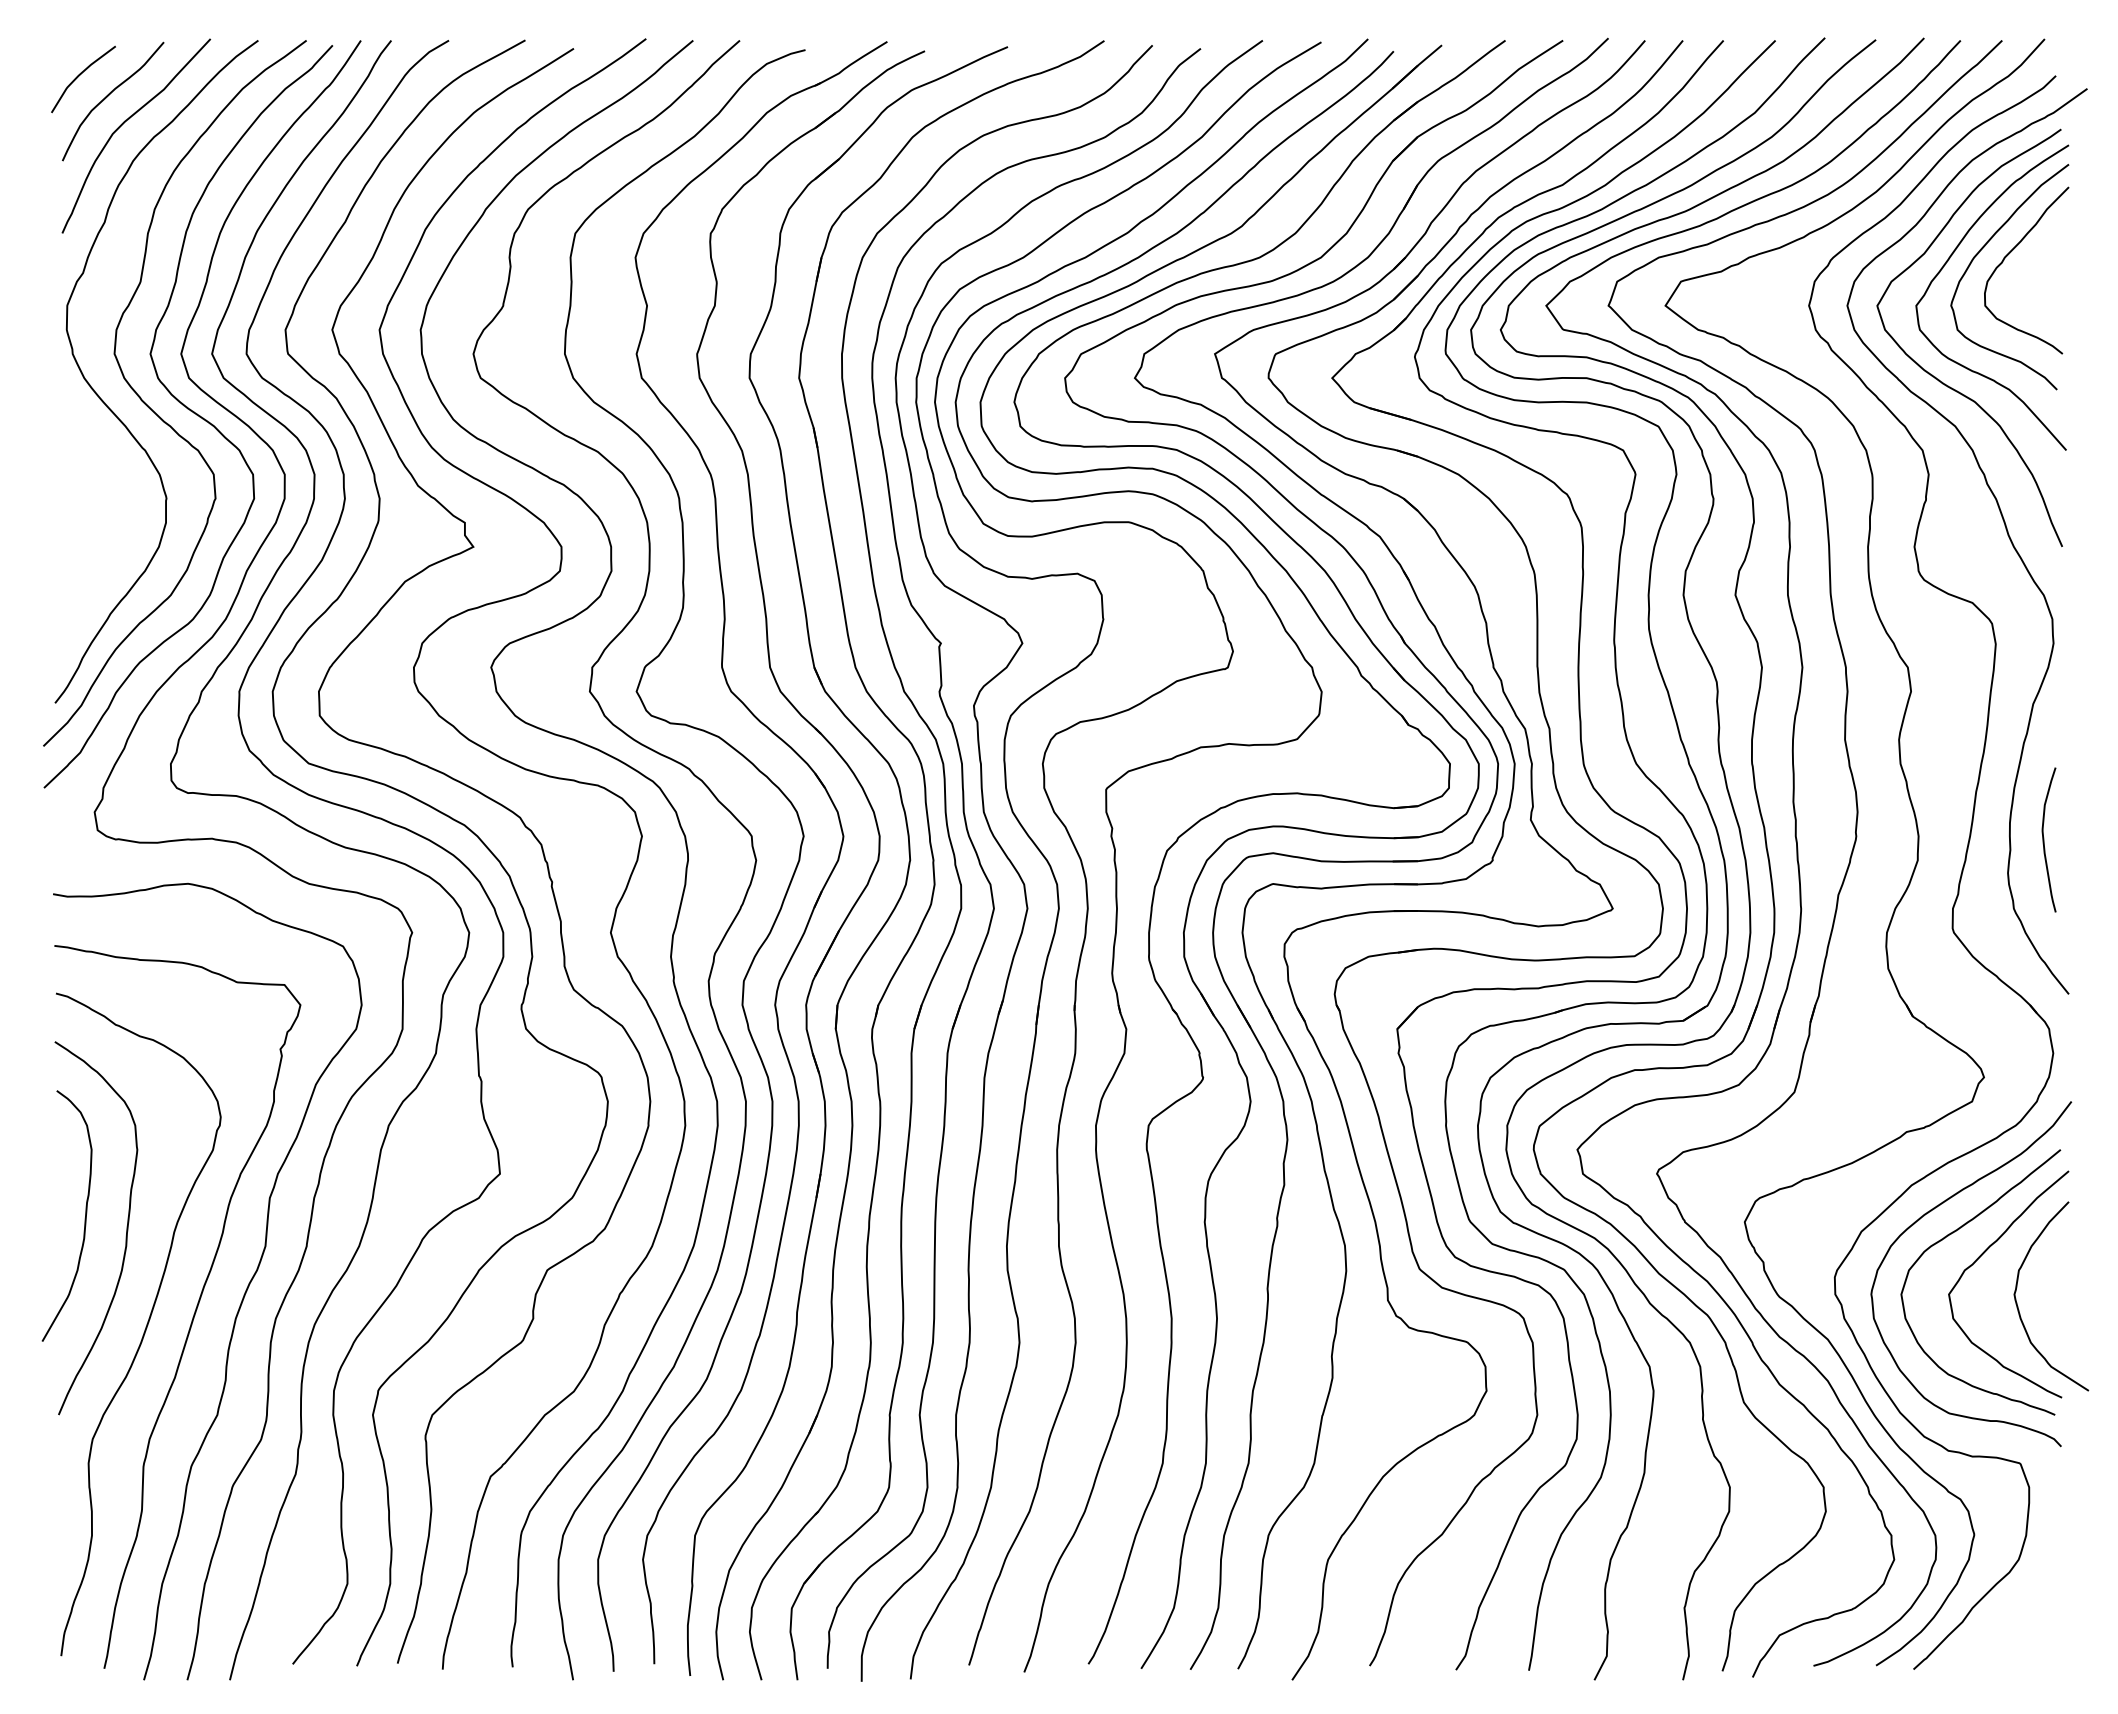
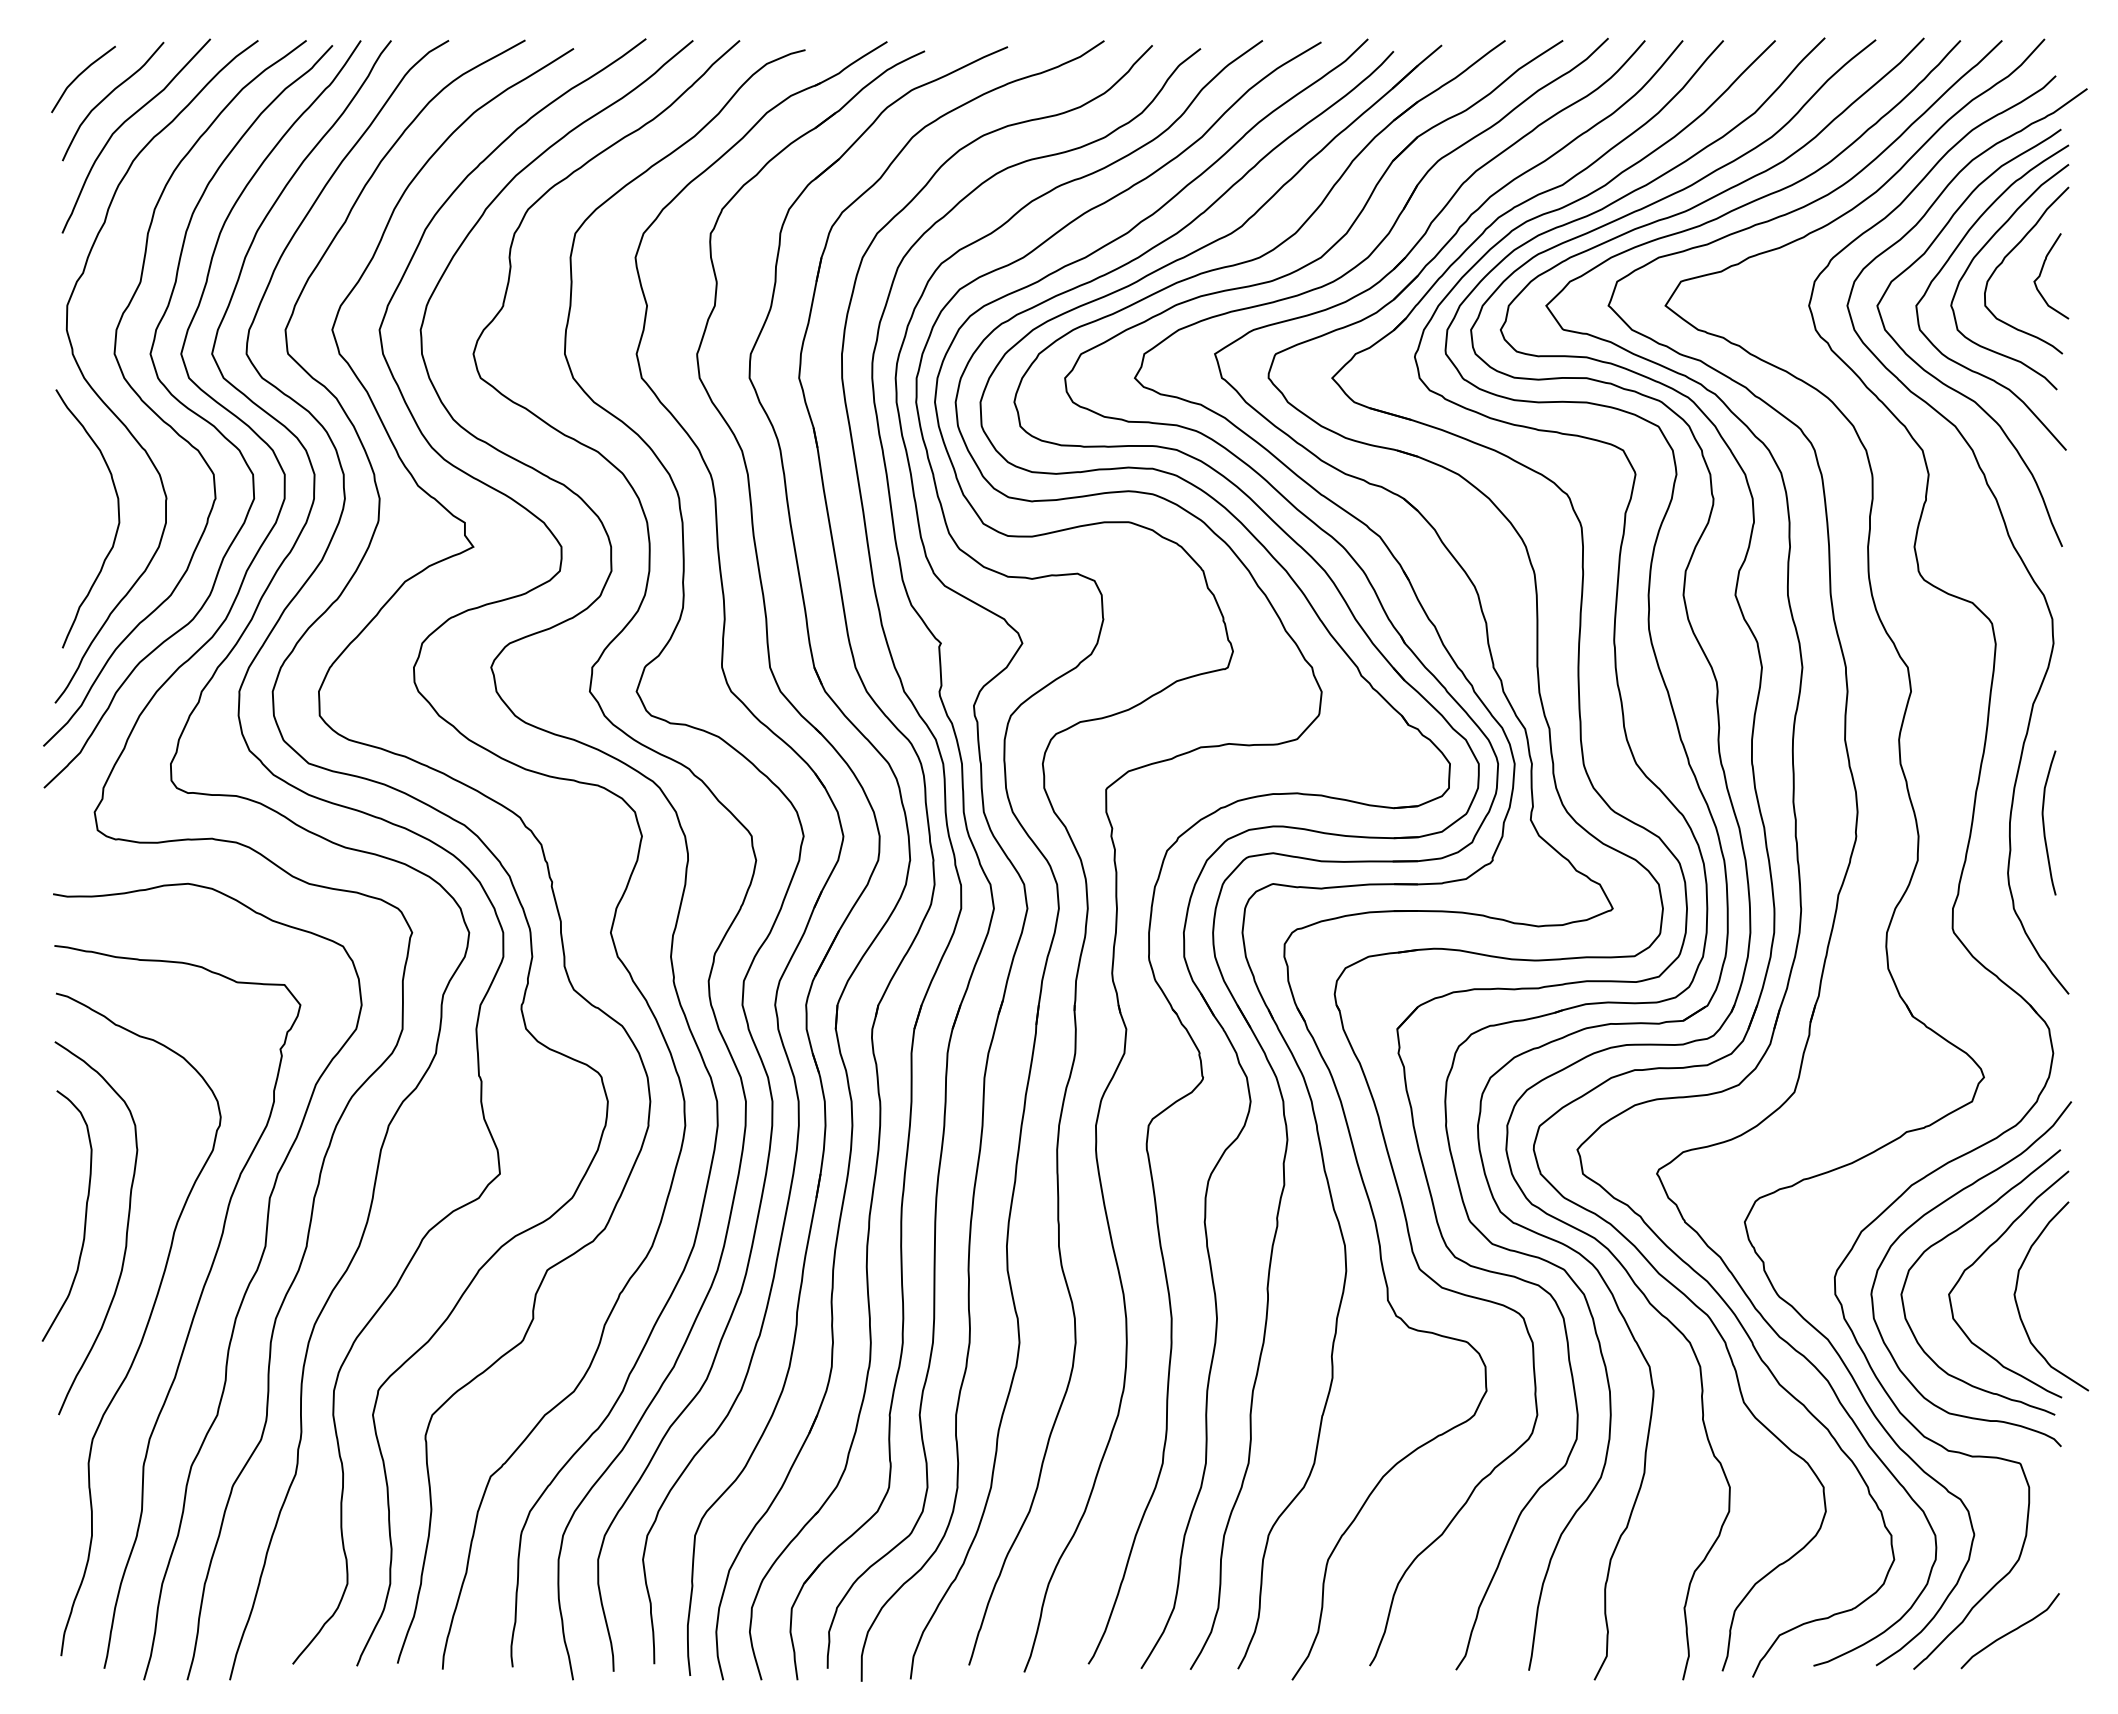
curve at (2042, 271): none -> present
curve at (116, 528): none -> present
curve at (2044, 839) position: (2044, 839) -> (2044, 822)
curve at (2009, 1631): none -> present
